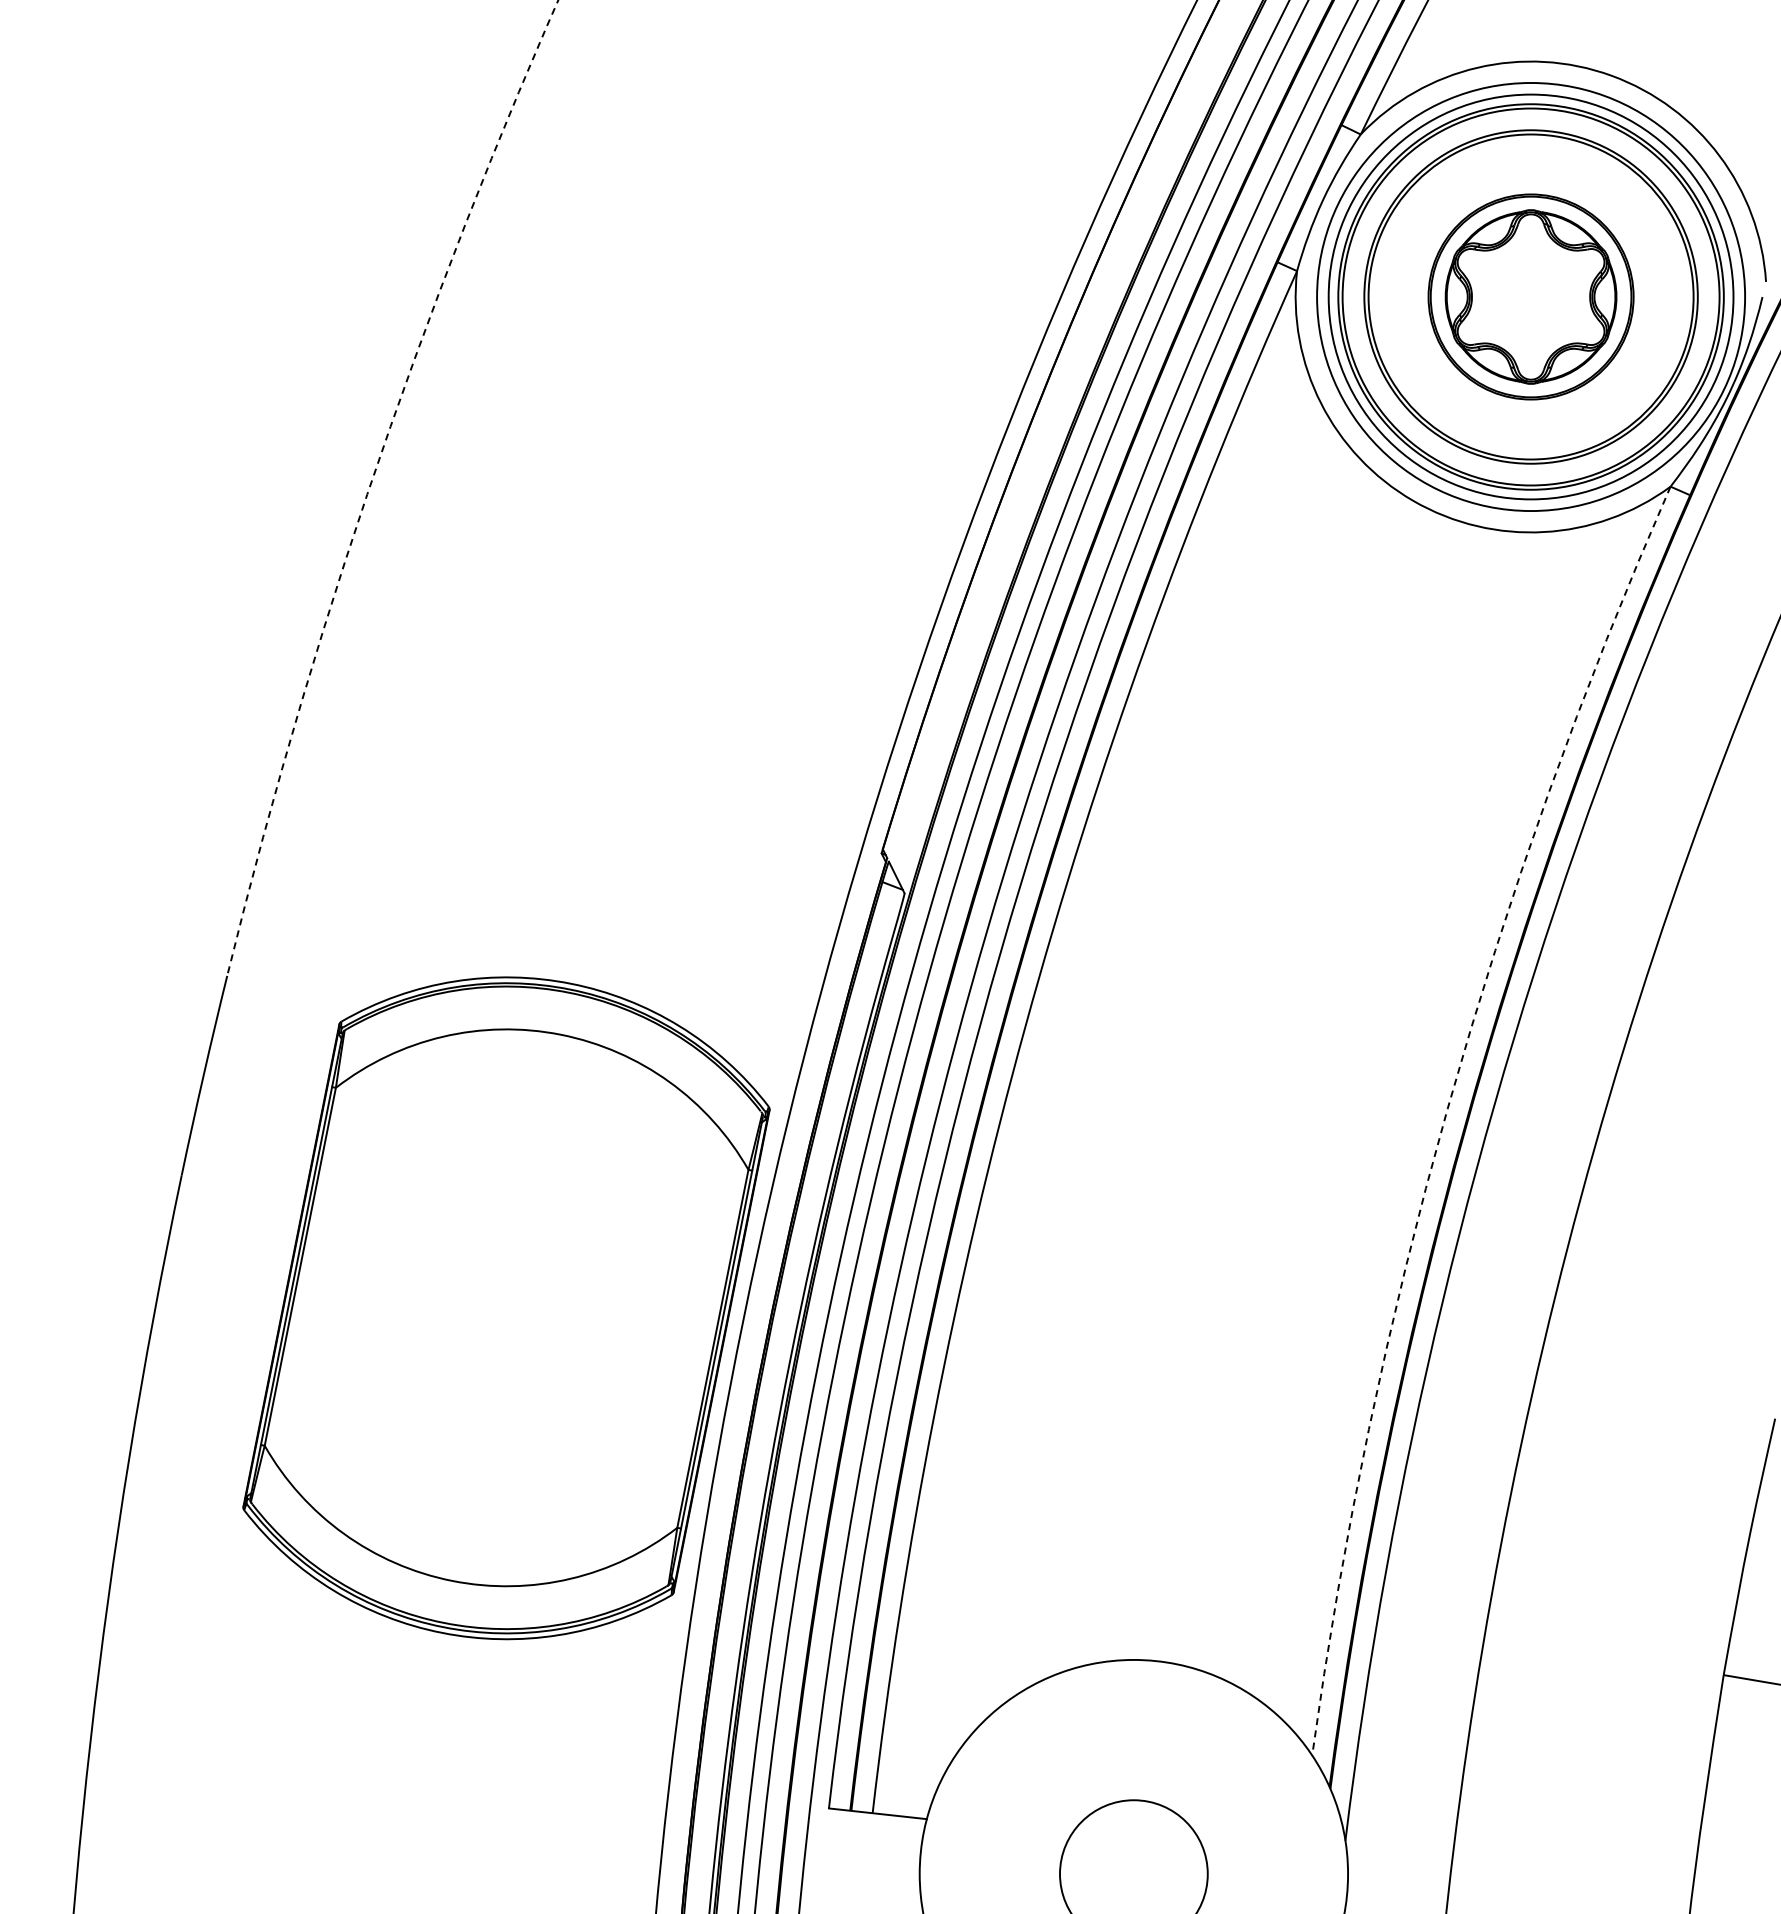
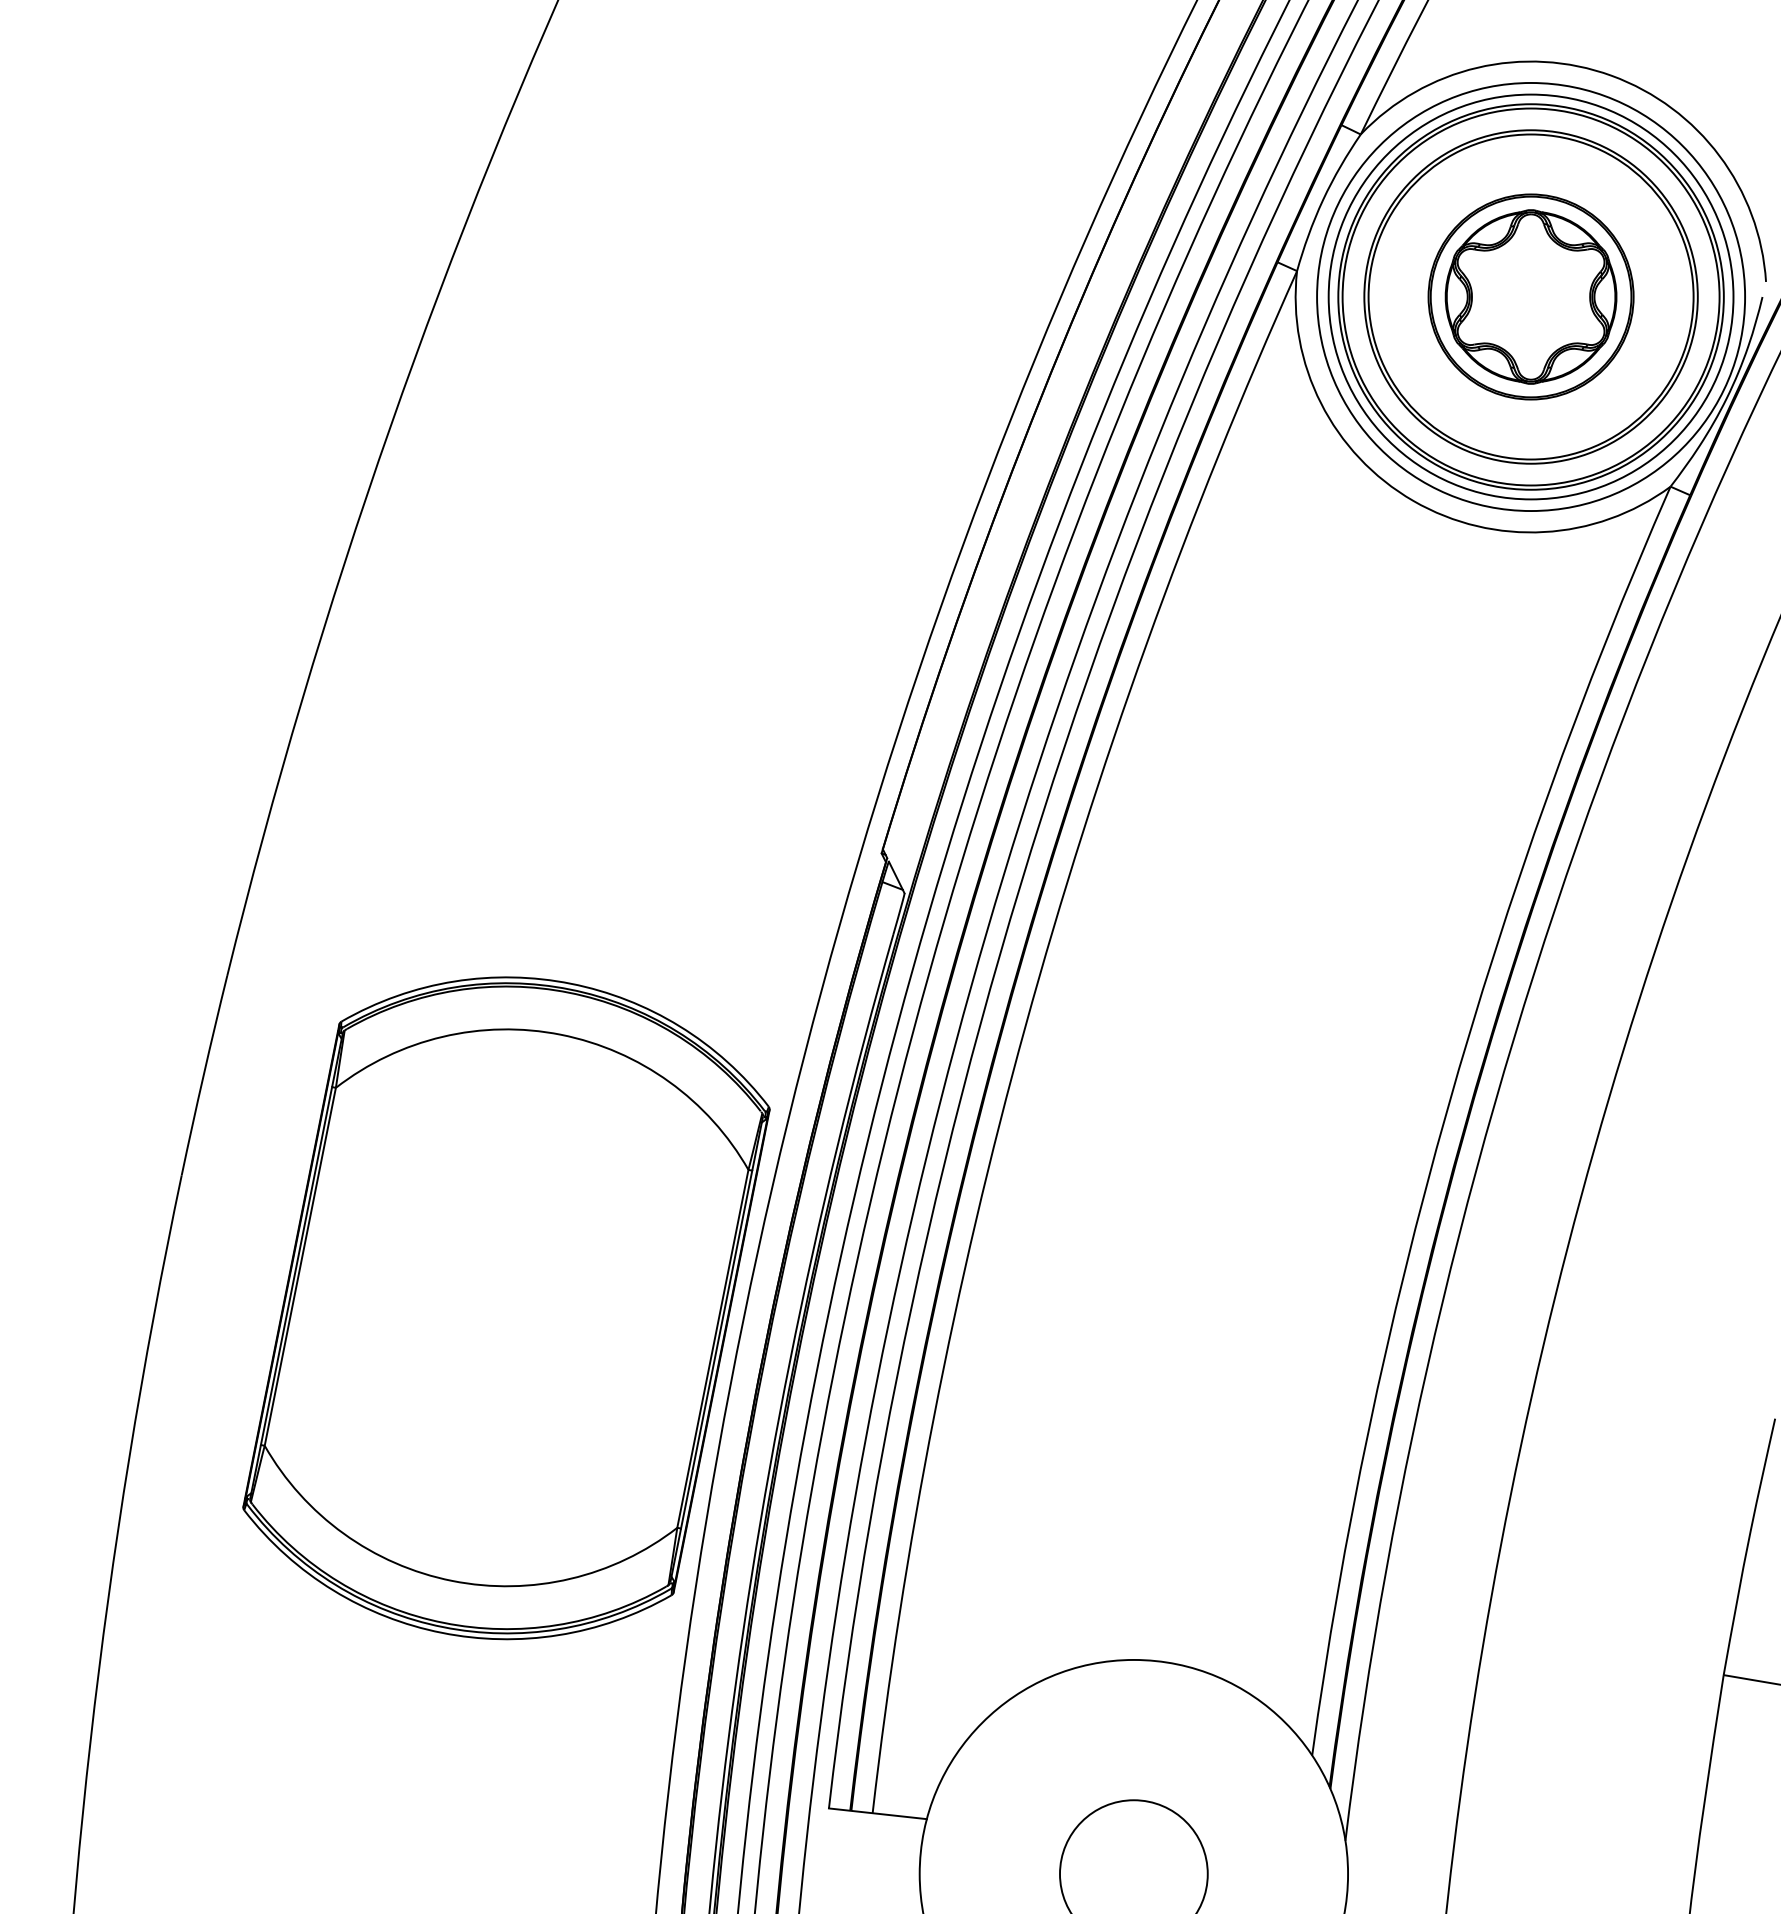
arc at (371, 481): dashed -> solid
arc at (1447, 1108): dashed -> solid
